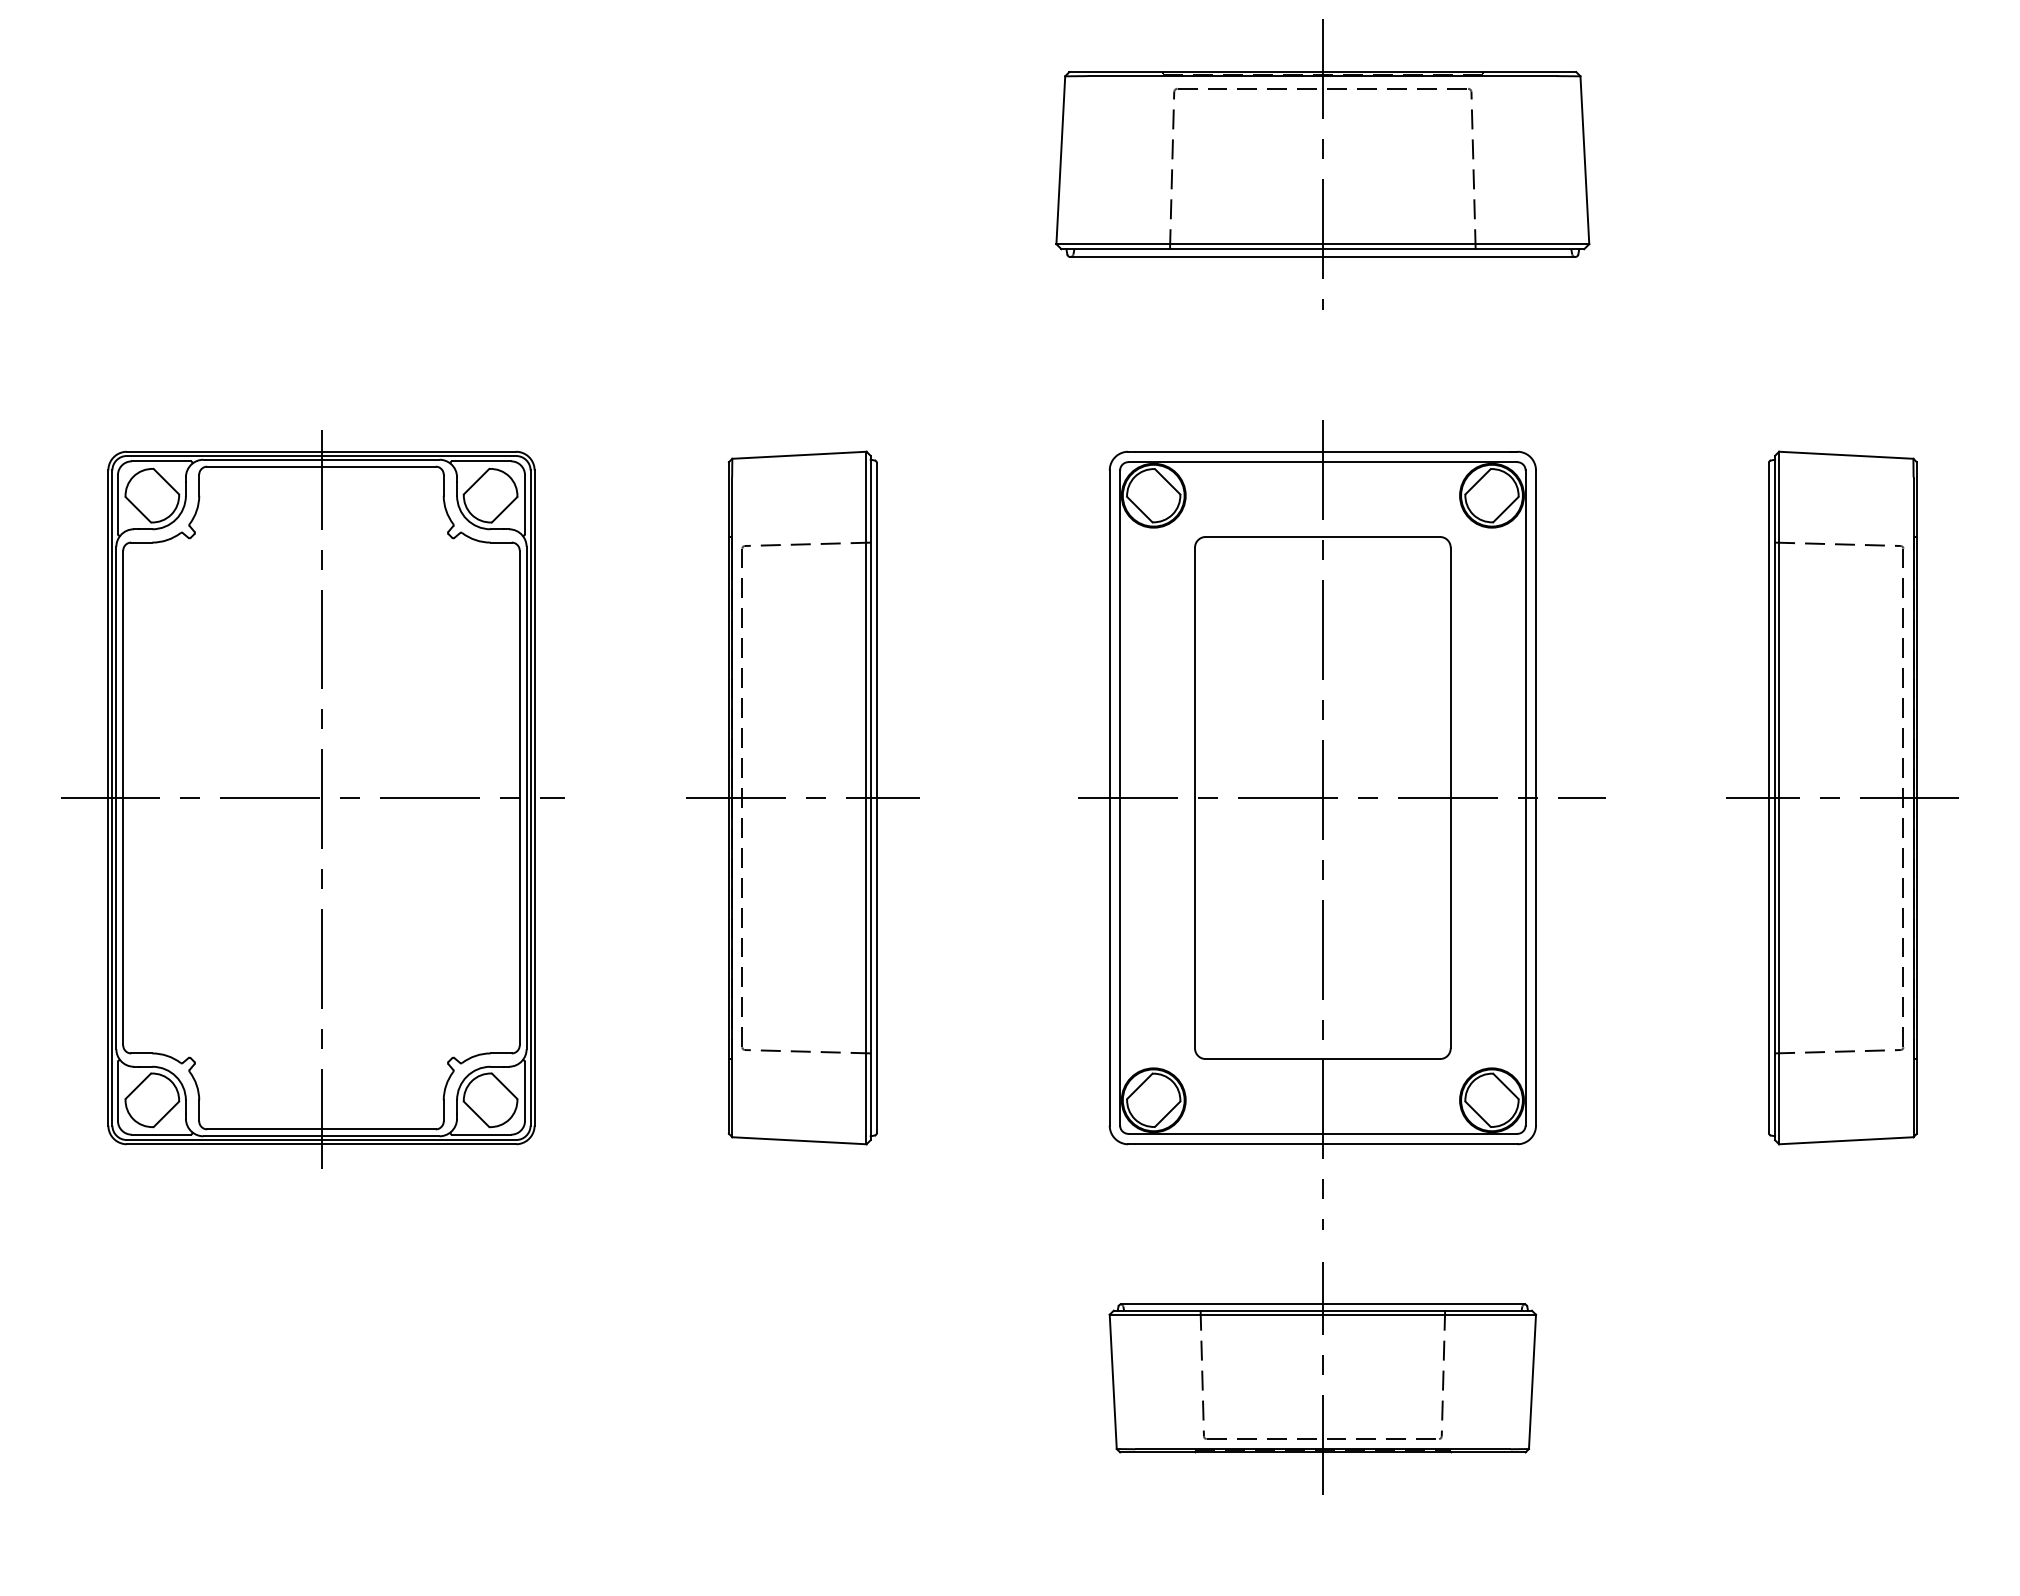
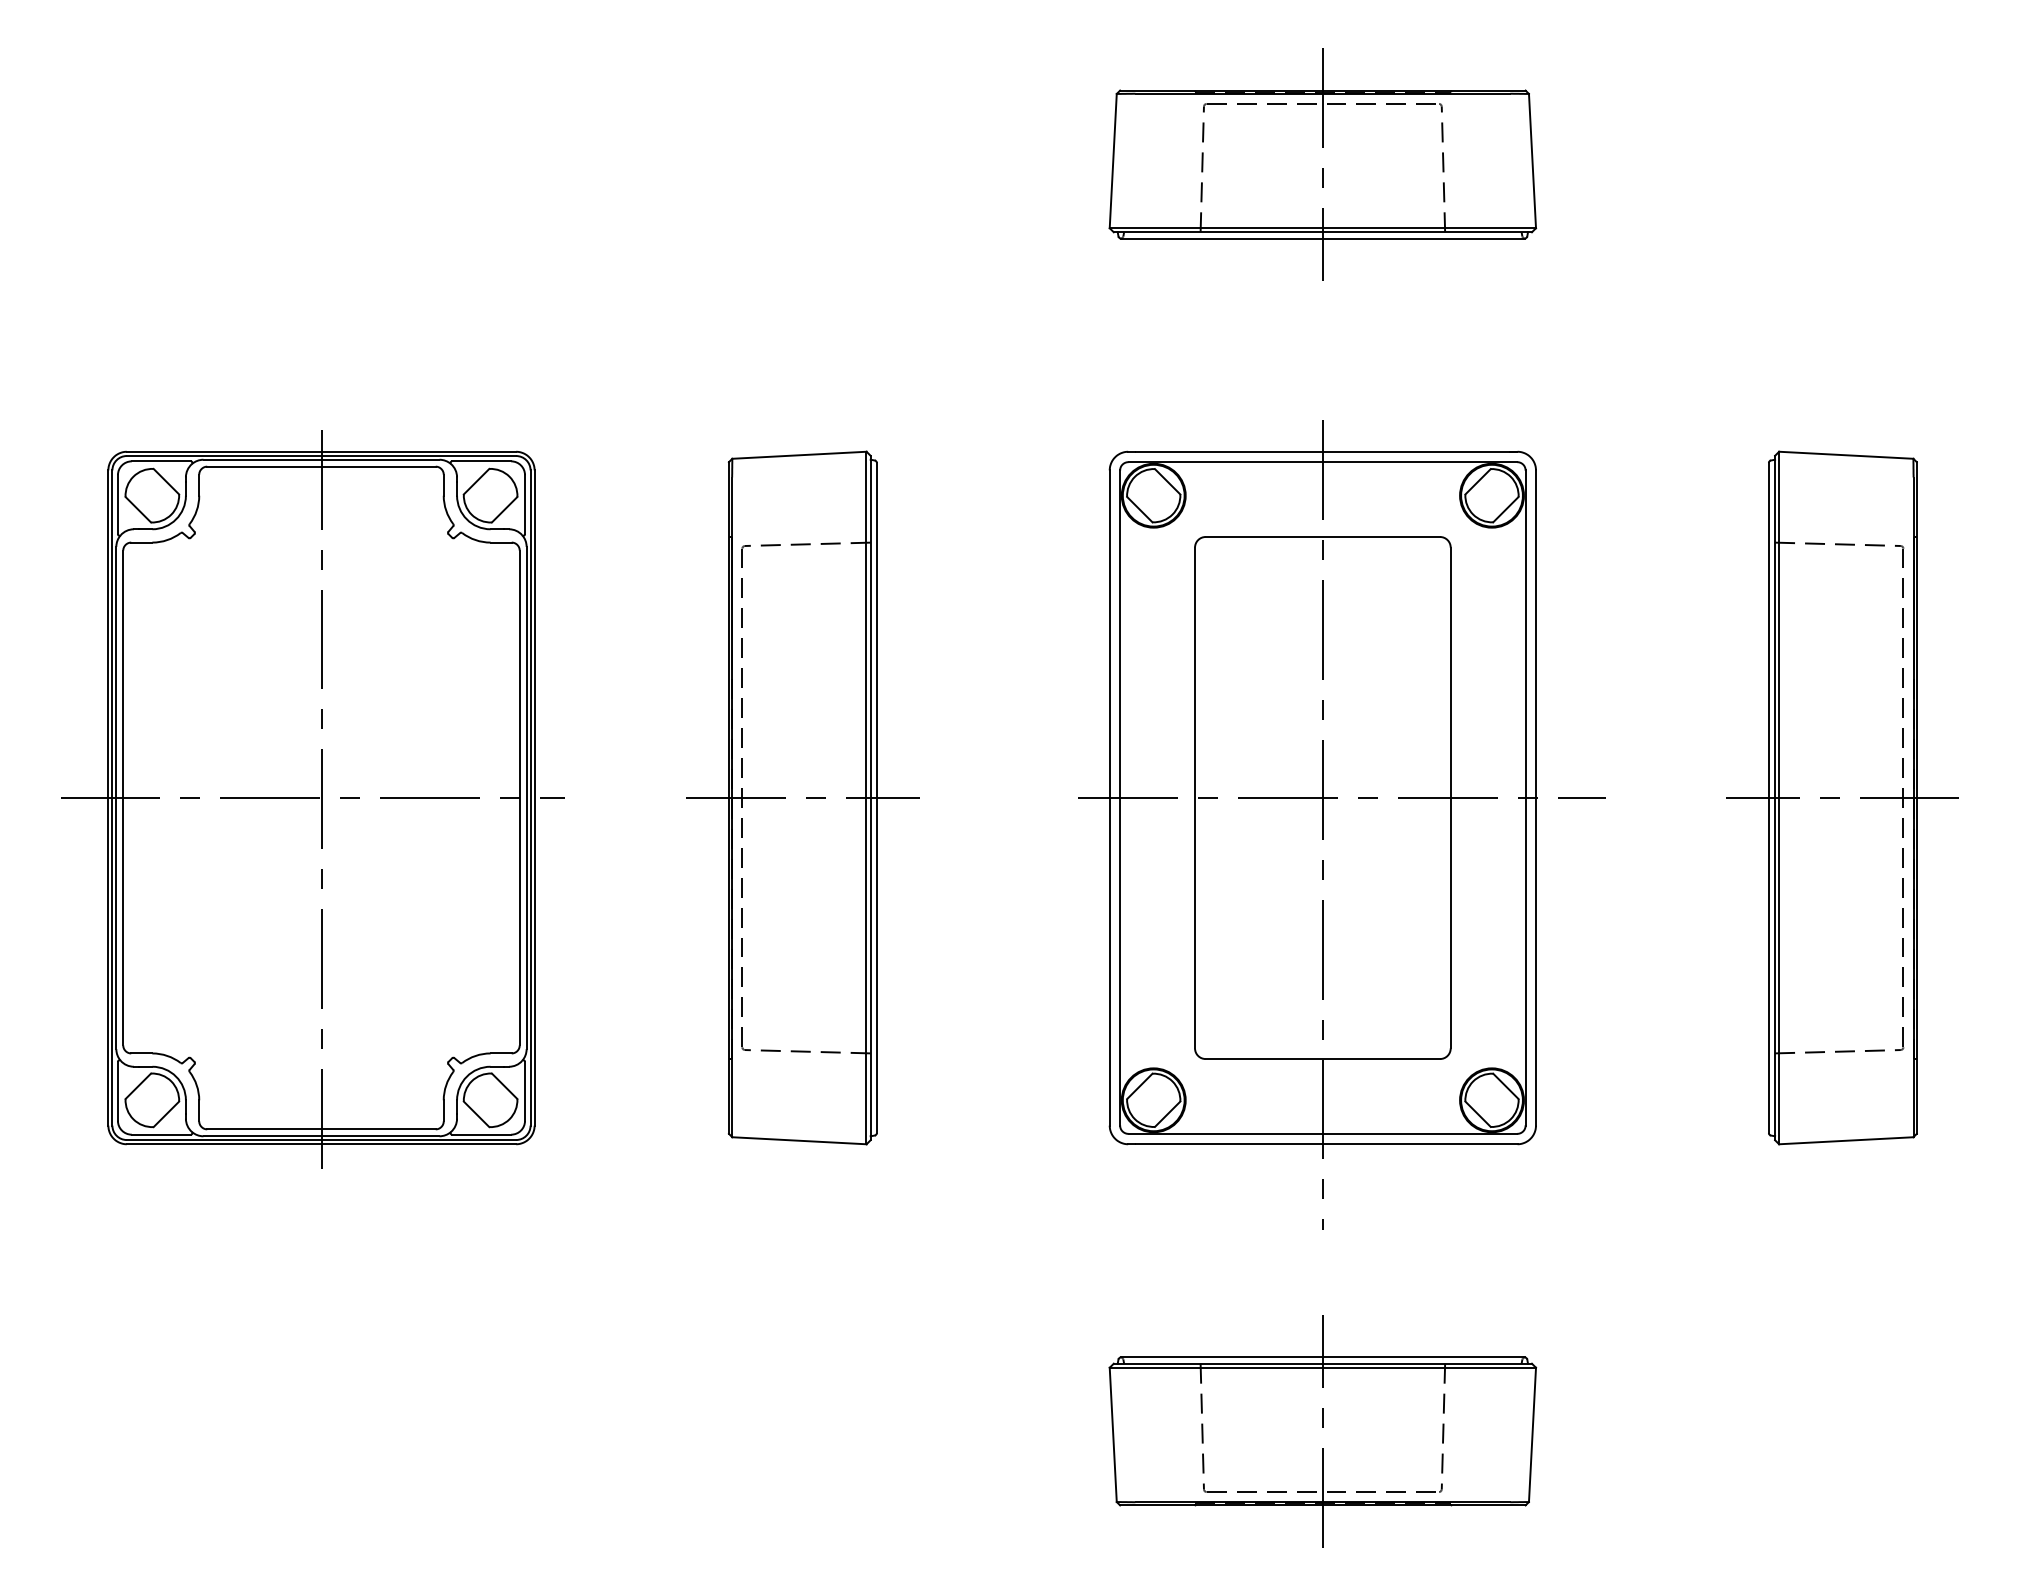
part at (1322, 164) size: 536x291 px -> 430x233 px
part at (1322, 1378) position: (1322, 1378) -> (1322, 1431)
